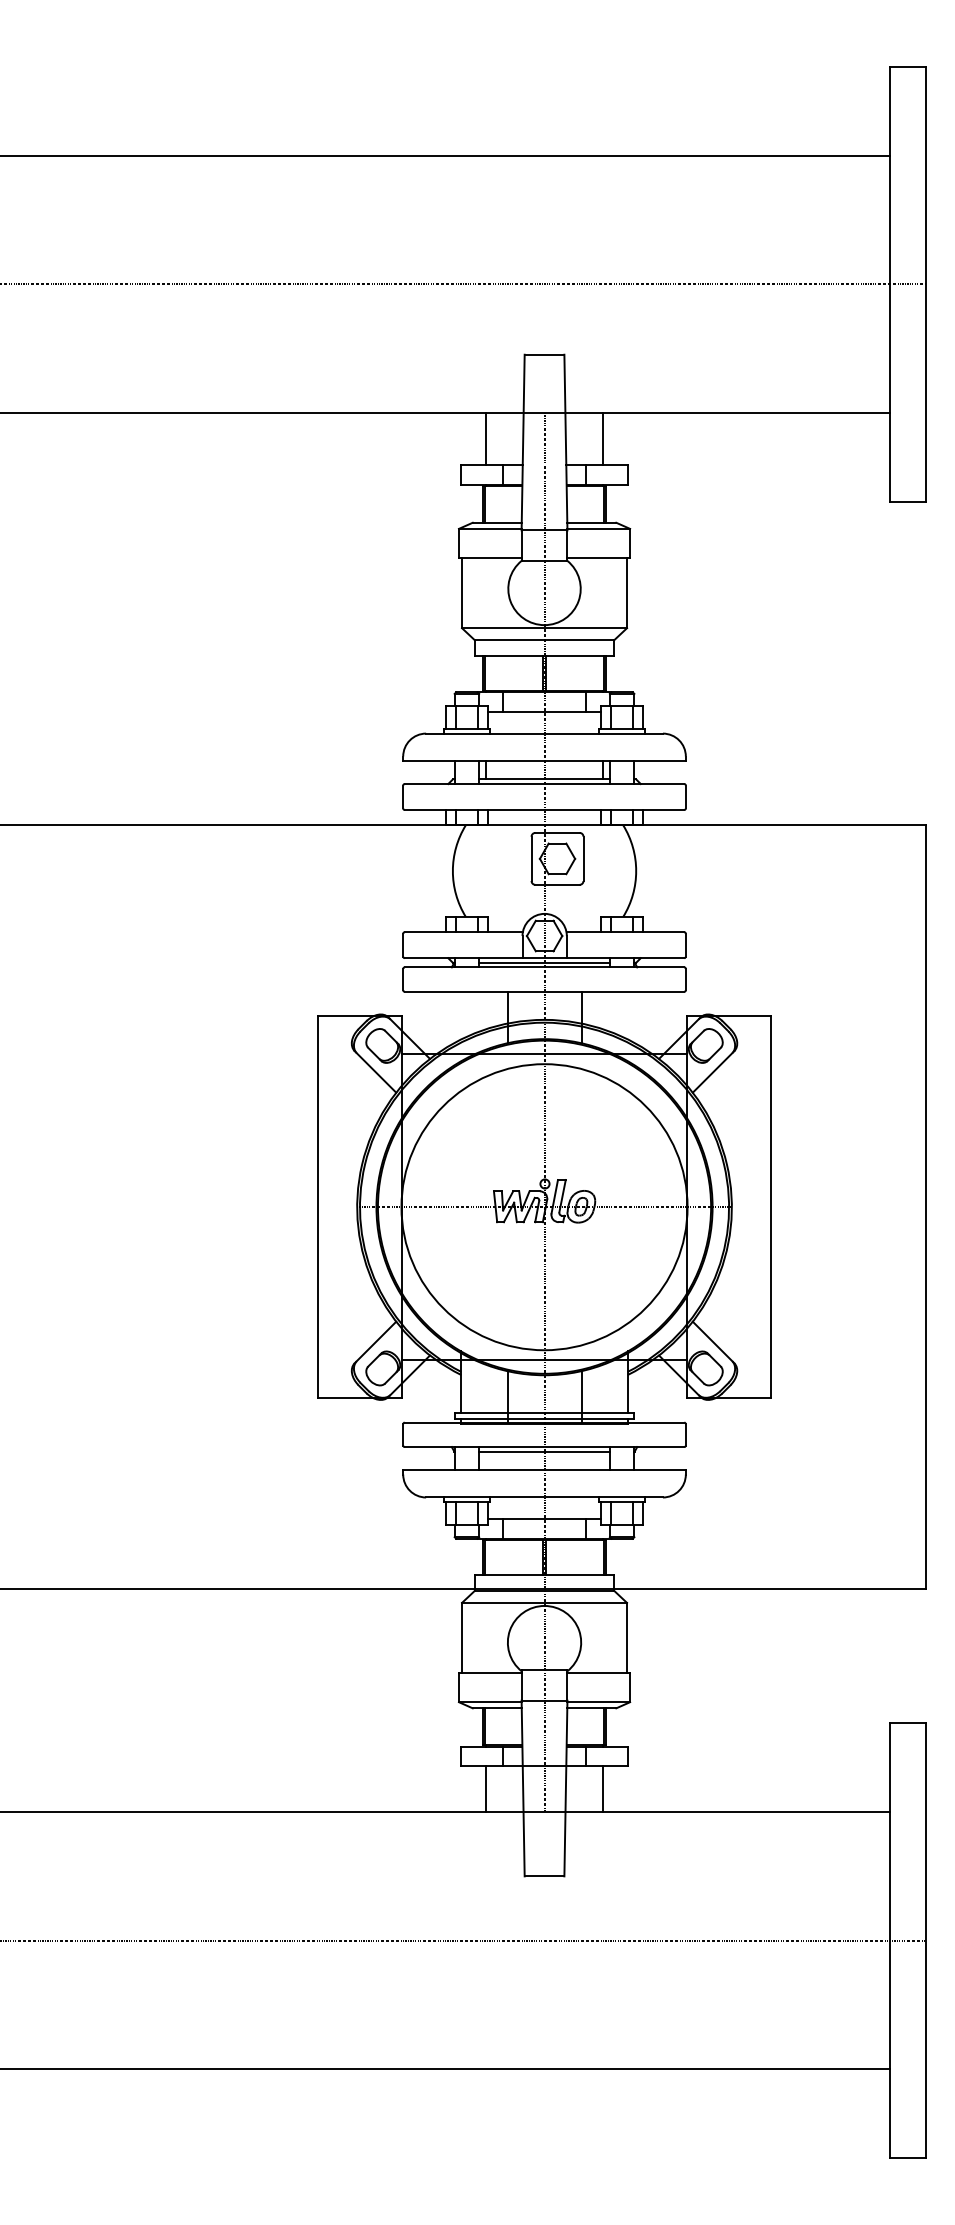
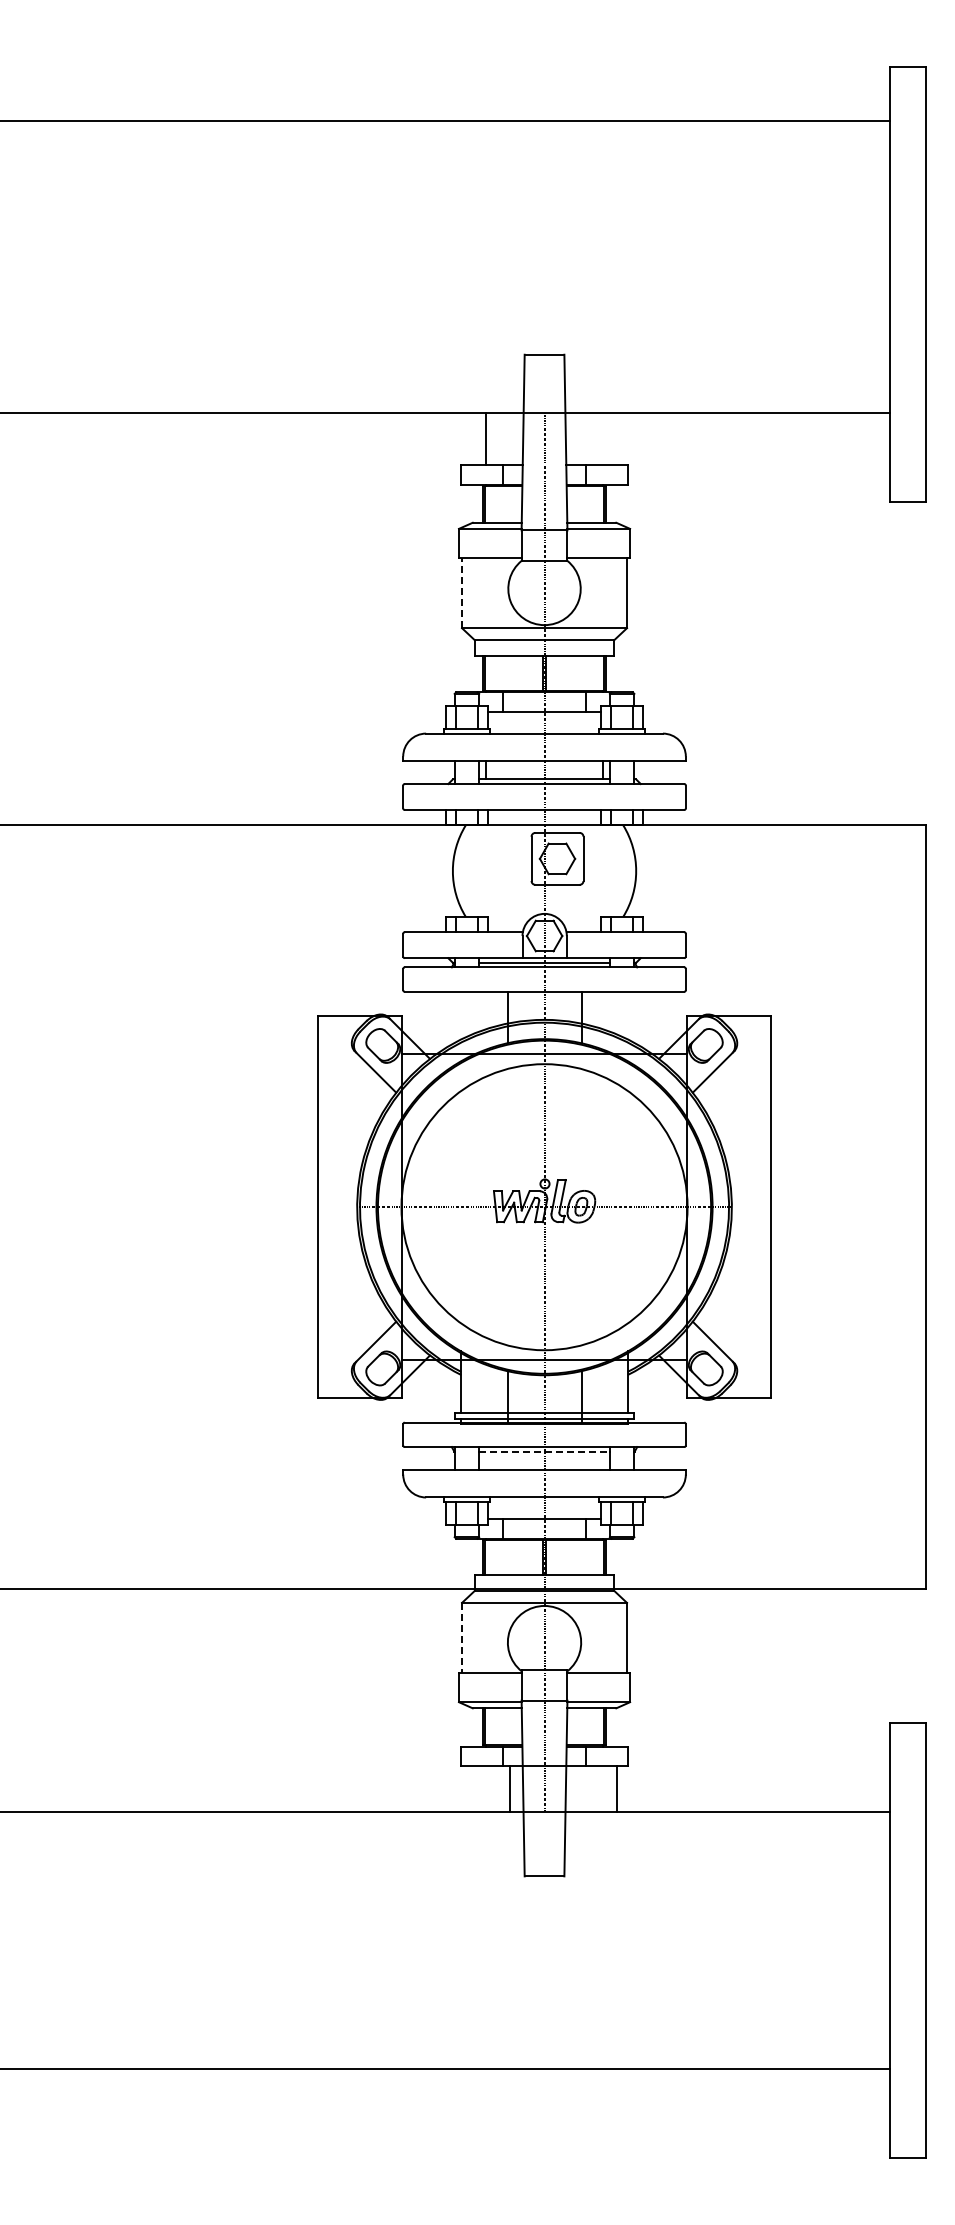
line at (445, 155) position: (445, 155) -> (445, 120)
line at (464, 284): present -> none
line at (602, 438): present -> none
line at (462, 592): solid -> dashed
line at (545, 1451): solid -> dashed
line at (462, 1638): solid -> dashed
line at (486, 1789) position: (486, 1789) -> (510, 1789)
line at (602, 1789) position: (602, 1789) -> (616, 1789)
line at (464, 1940): present -> none
